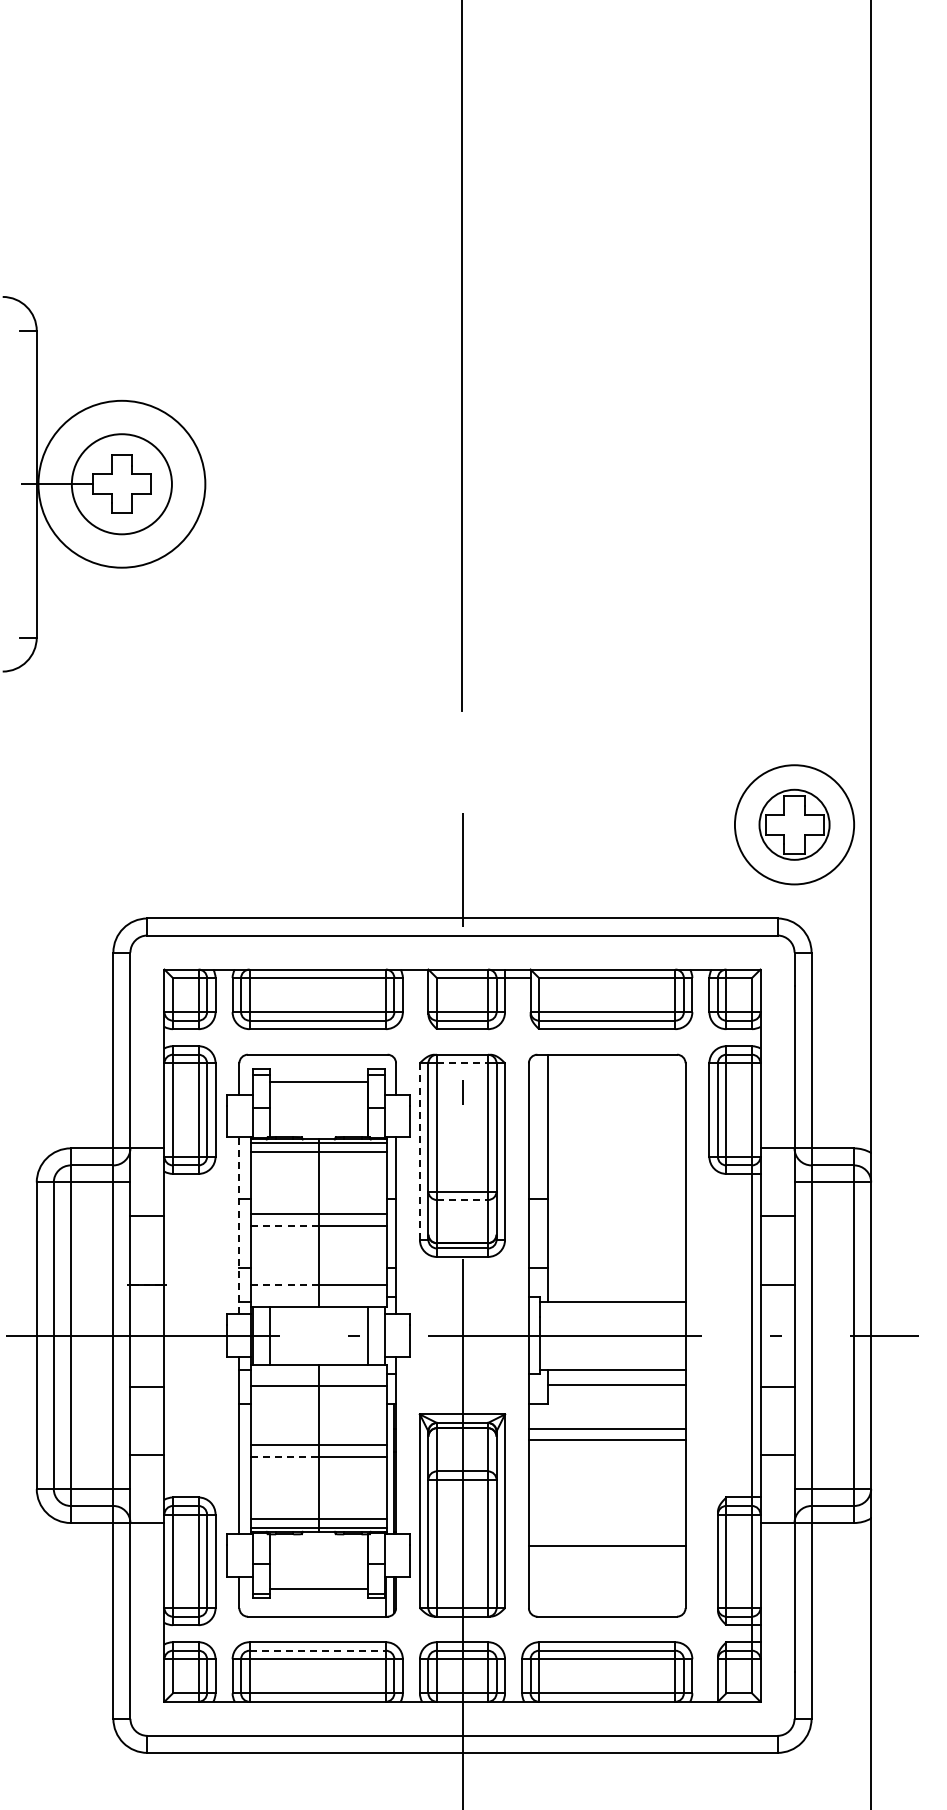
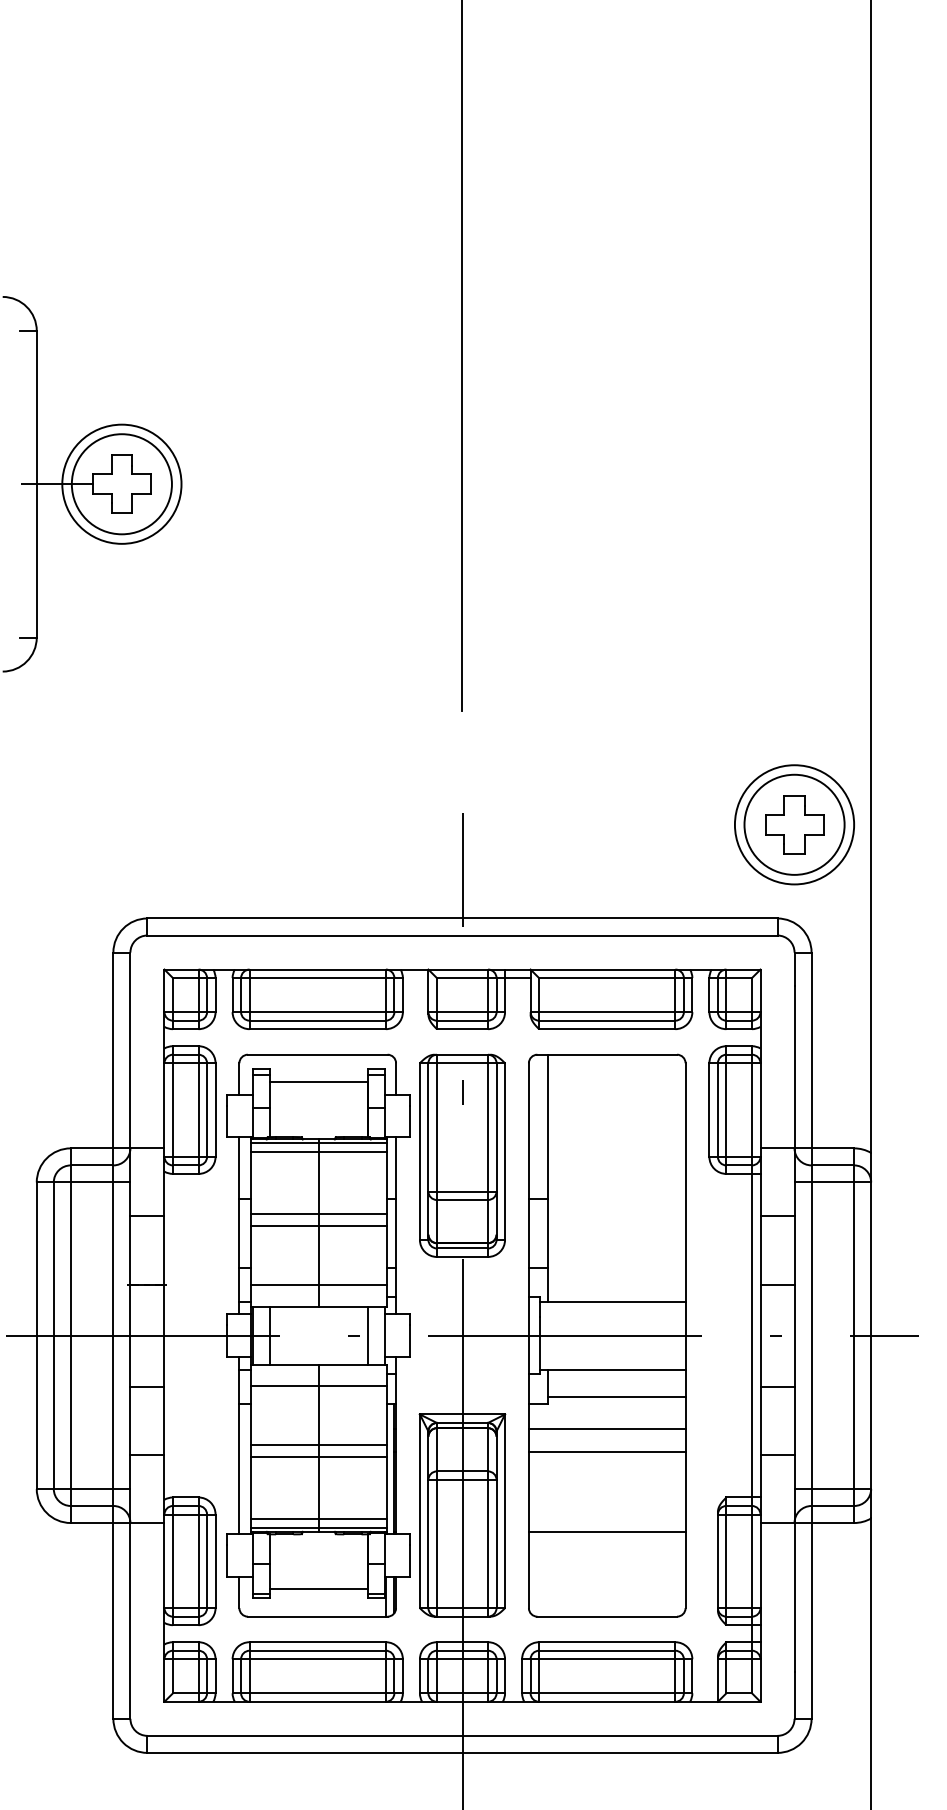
circle at (121, 483) diameter: 167 px -> 119 px
circle at (794, 824) diameter: 70 px -> 100 px
line at (462, 1063): dashed -> solid
line at (419, 1151): dashed -> solid
line at (462, 1199): dashed -> solid
line at (239, 1225): dashed -> solid
line at (284, 1225): dashed -> solid
line at (284, 1284): dashed -> solid
line at (616, 1384) position: (616, 1384) -> (616, 1396)
line at (606, 1439) position: (606, 1439) -> (606, 1451)
line at (285, 1457): dashed -> solid
line at (606, 1545) position: (606, 1545) -> (606, 1531)
line at (318, 1650): dashed -> solid
